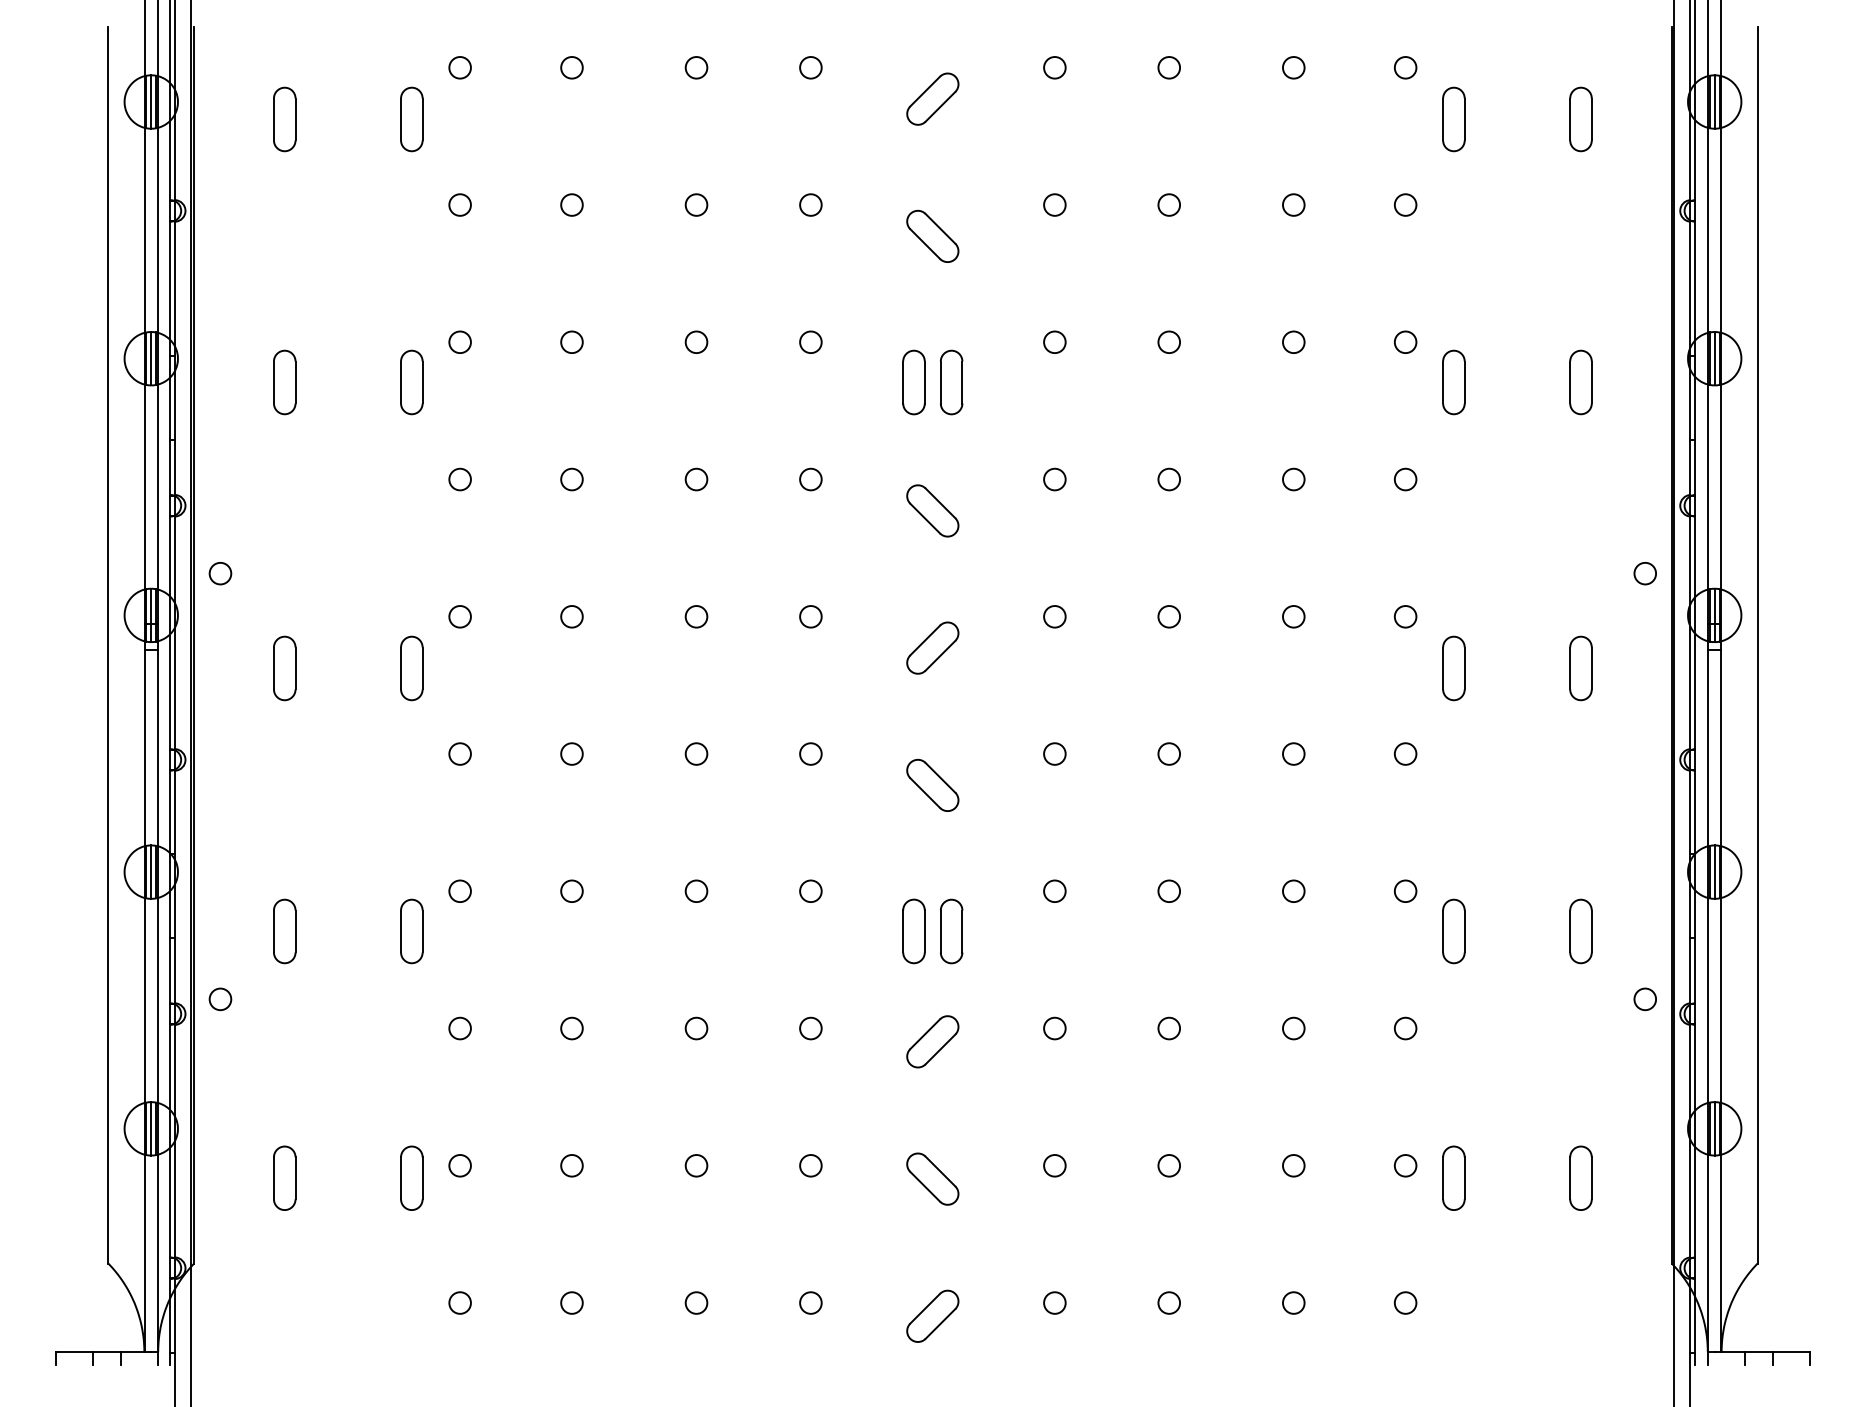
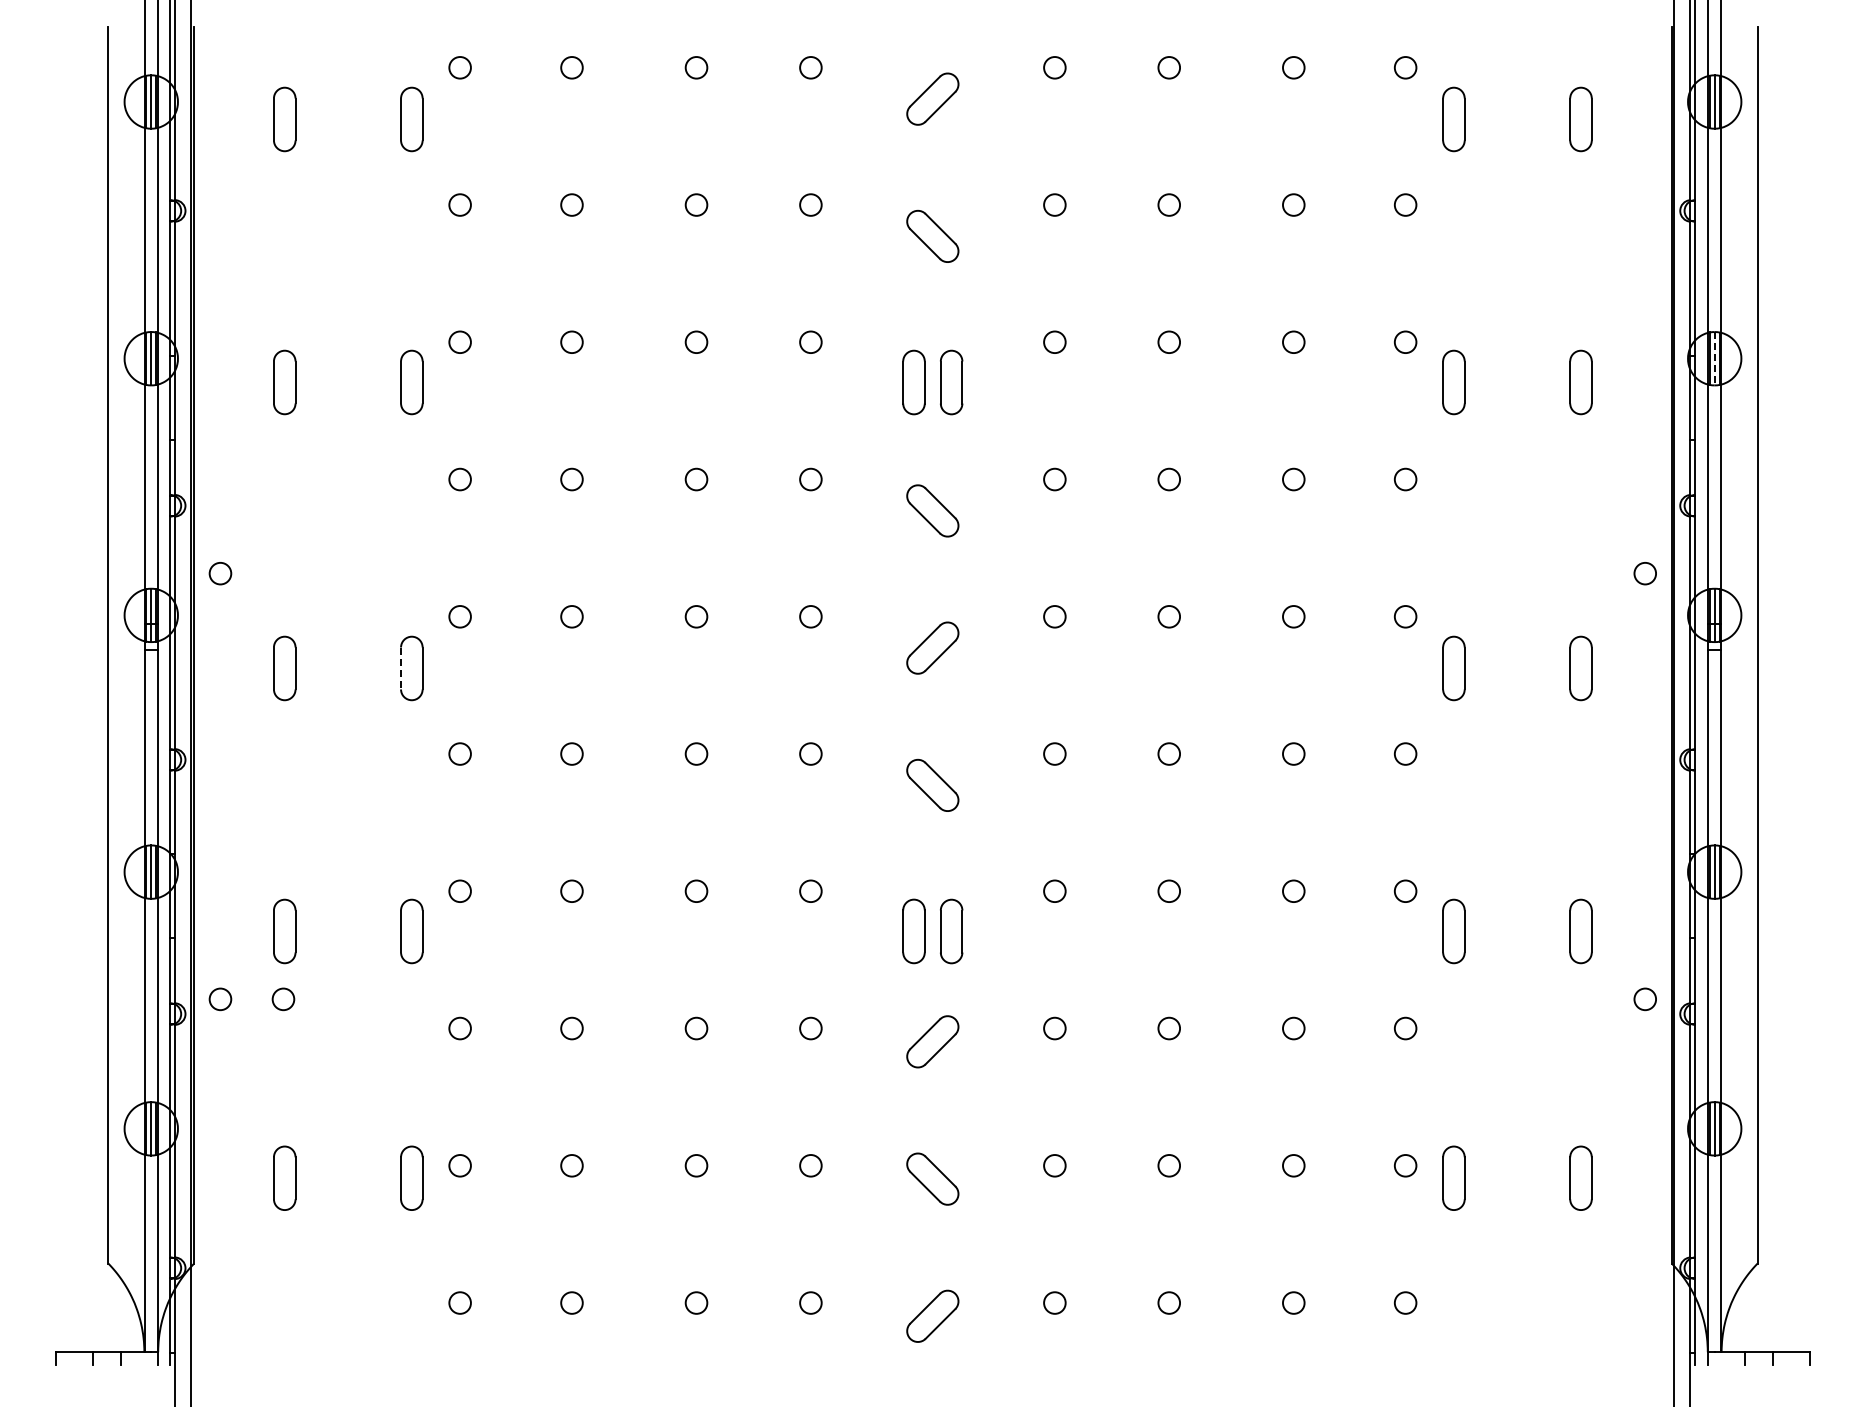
line at (1714, 358): solid -> dashed
line at (401, 668): solid -> dashed
circle at (283, 999): none -> present
